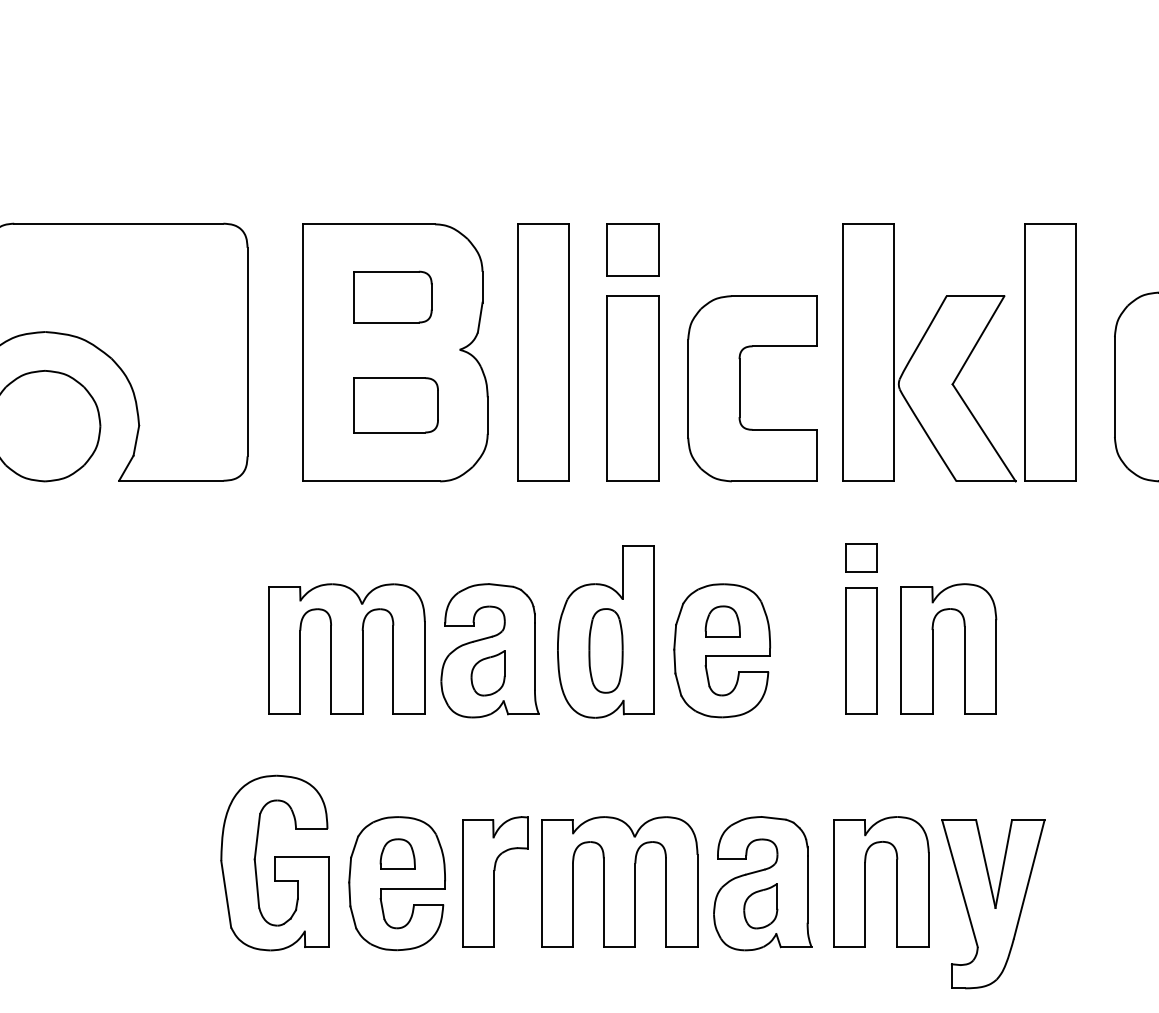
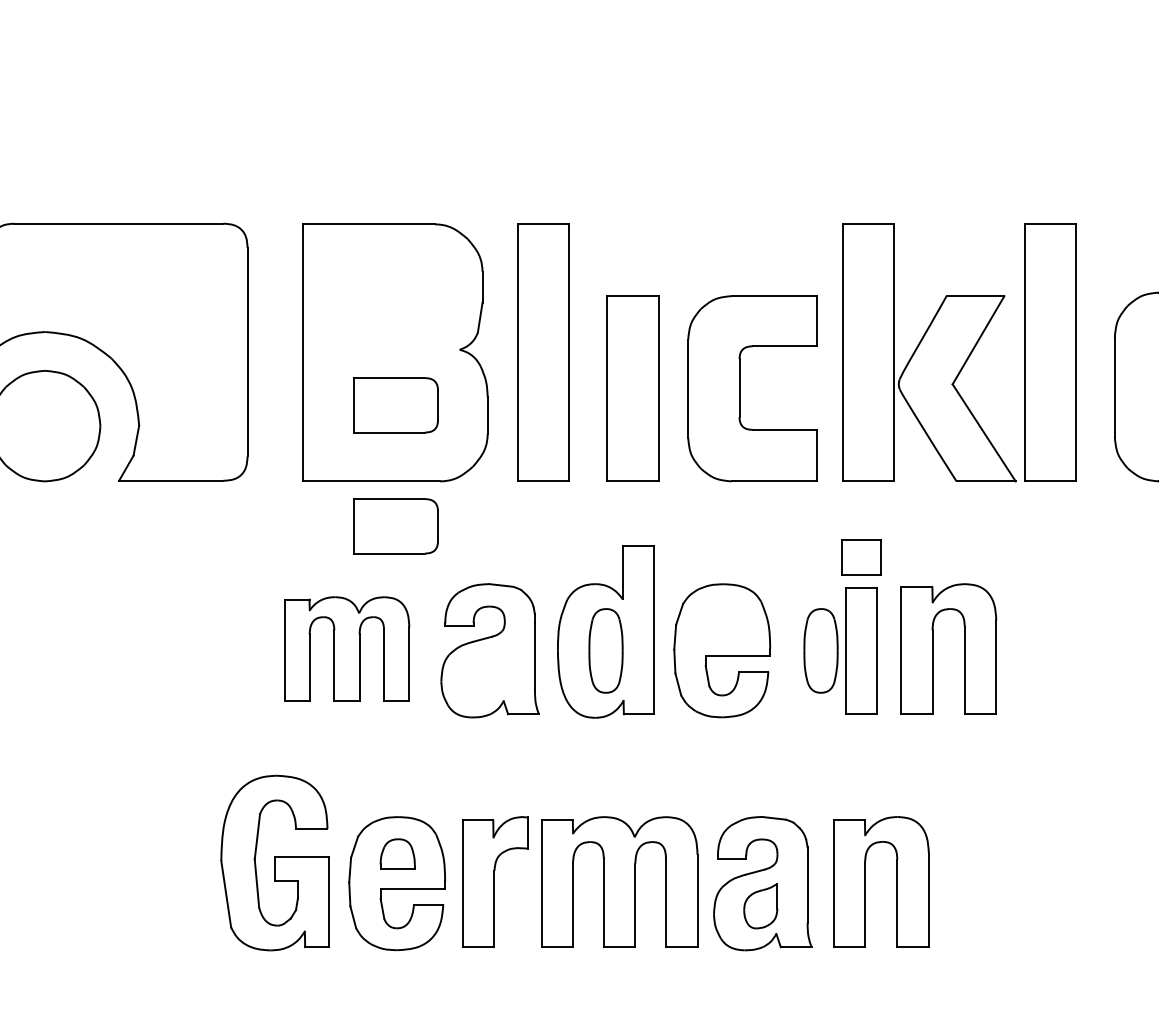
part at (632, 249): present -> none
part at (392, 296): present -> none
part at (395, 526): none -> present
part at (861, 557) size: 33x30 px -> 41x37 px
part at (722, 621): present -> none
part at (346, 648) size: 158x132 px -> 127x106 px
part at (820, 650): none -> present
part at (487, 673): present -> none
part at (993, 904): present -> none
